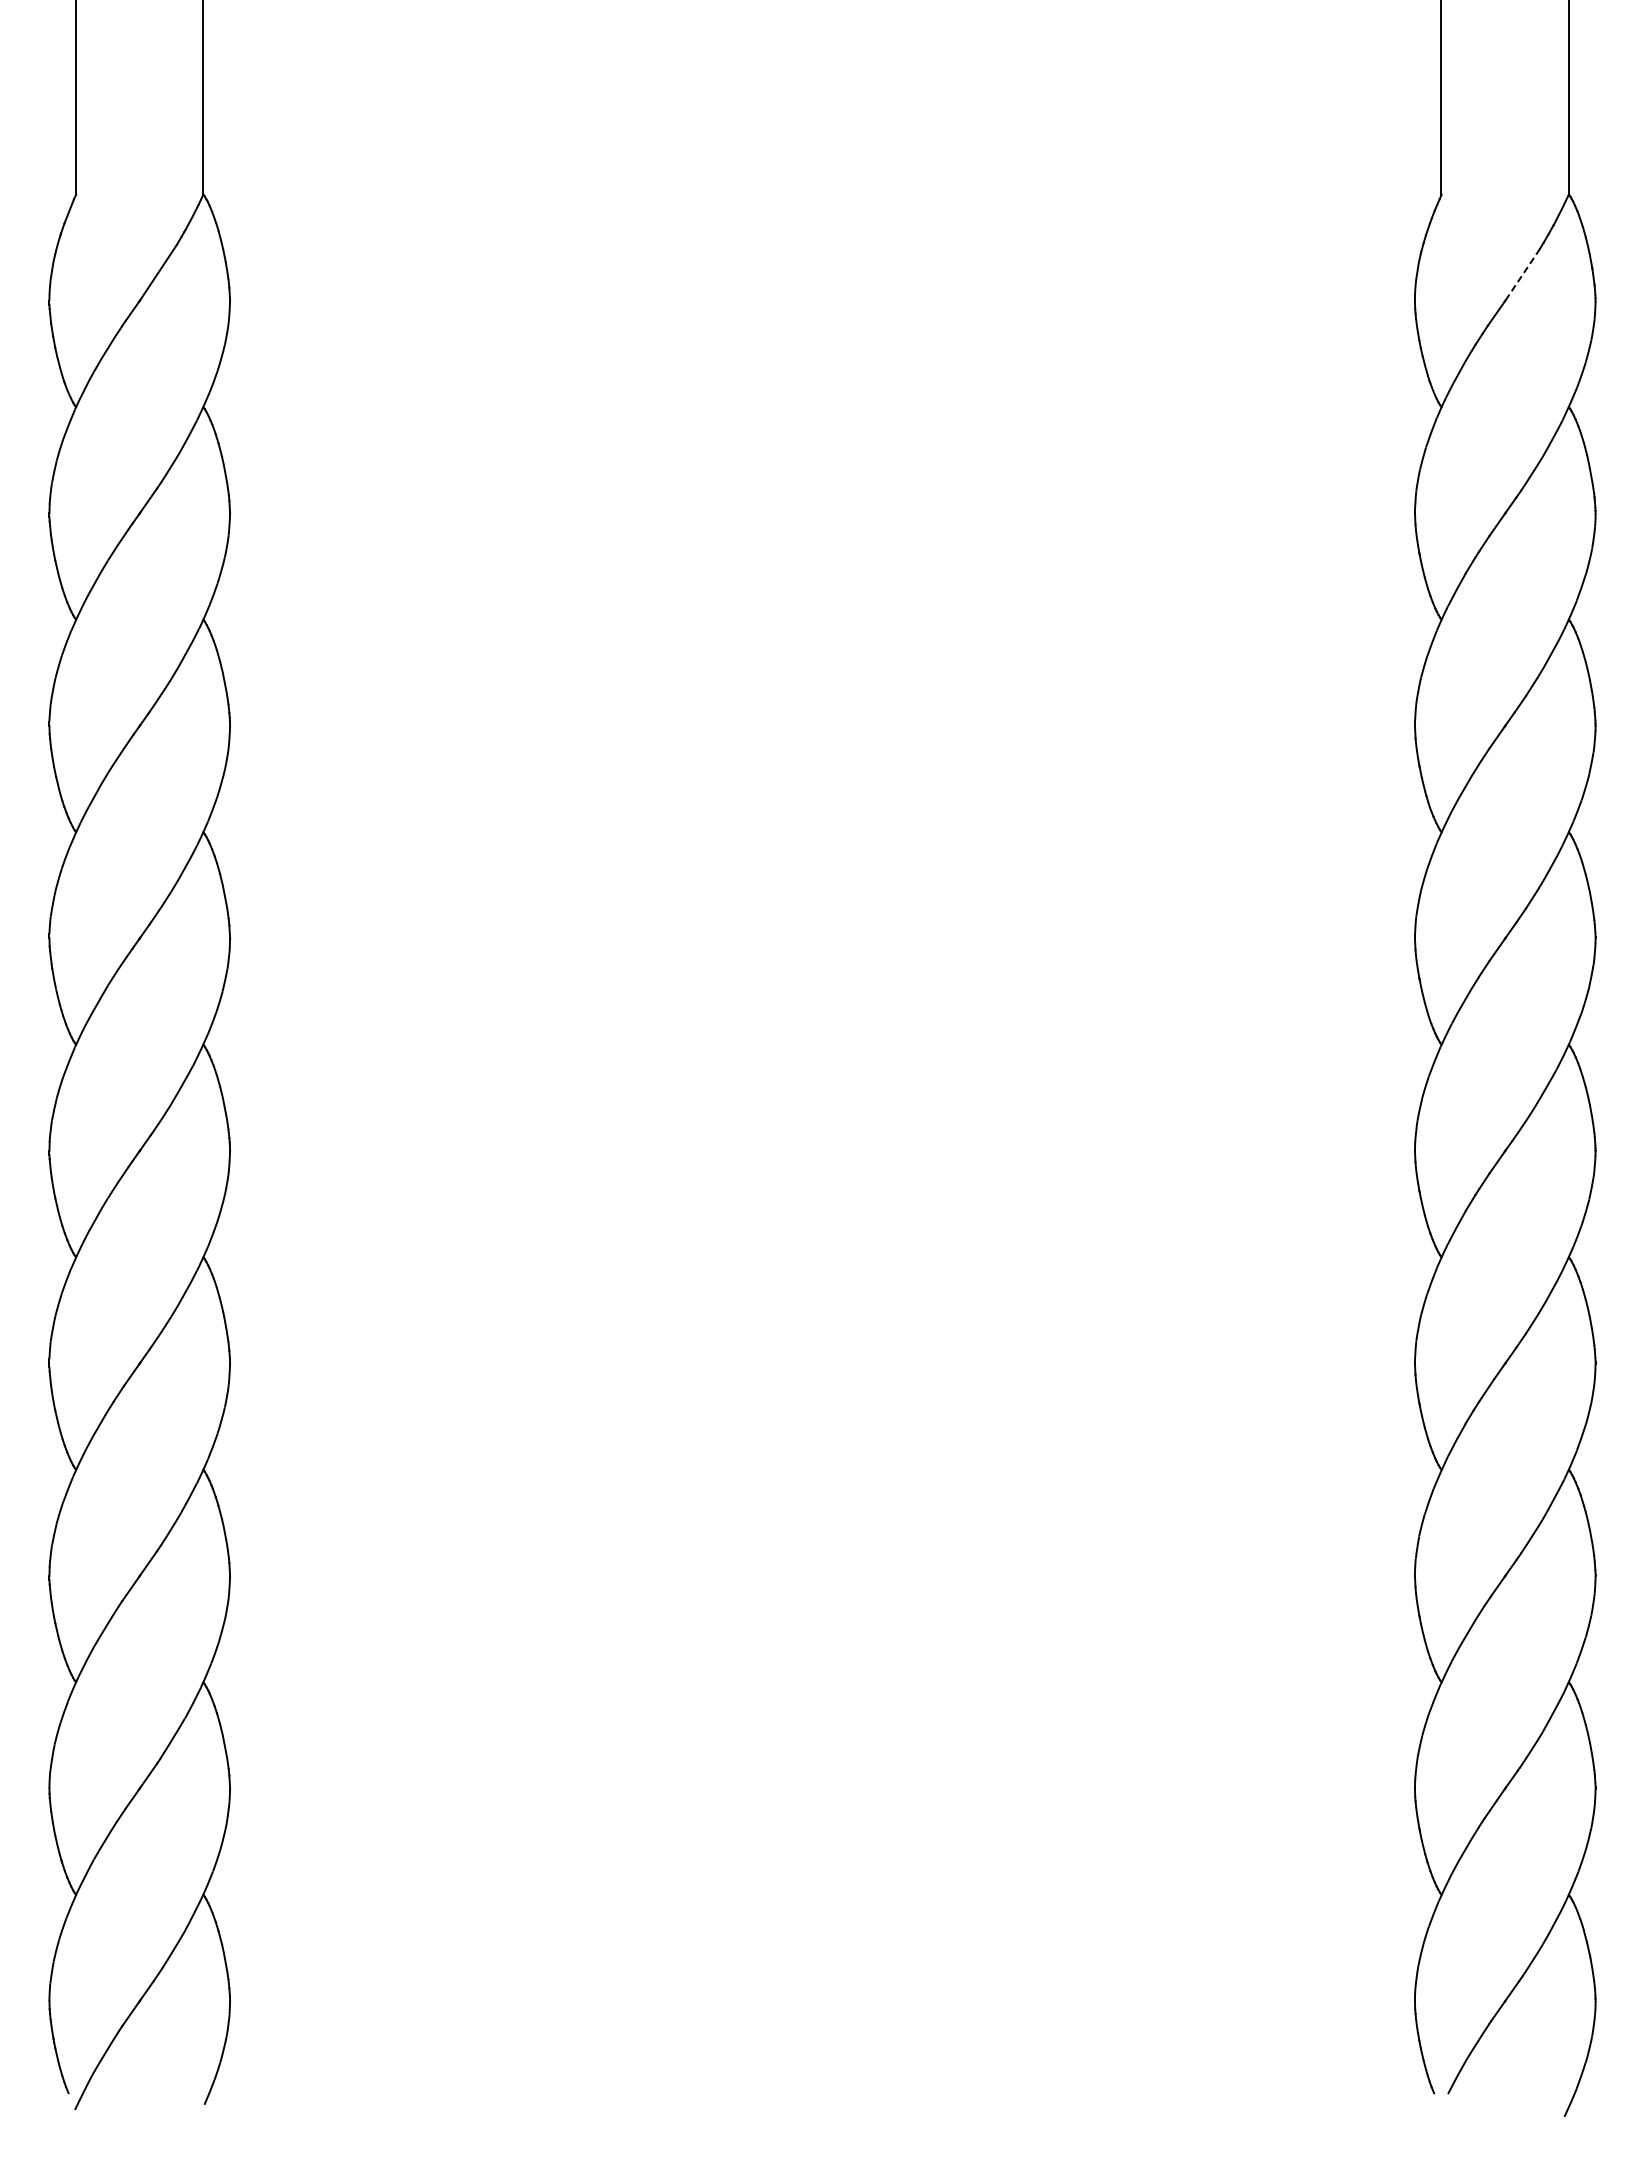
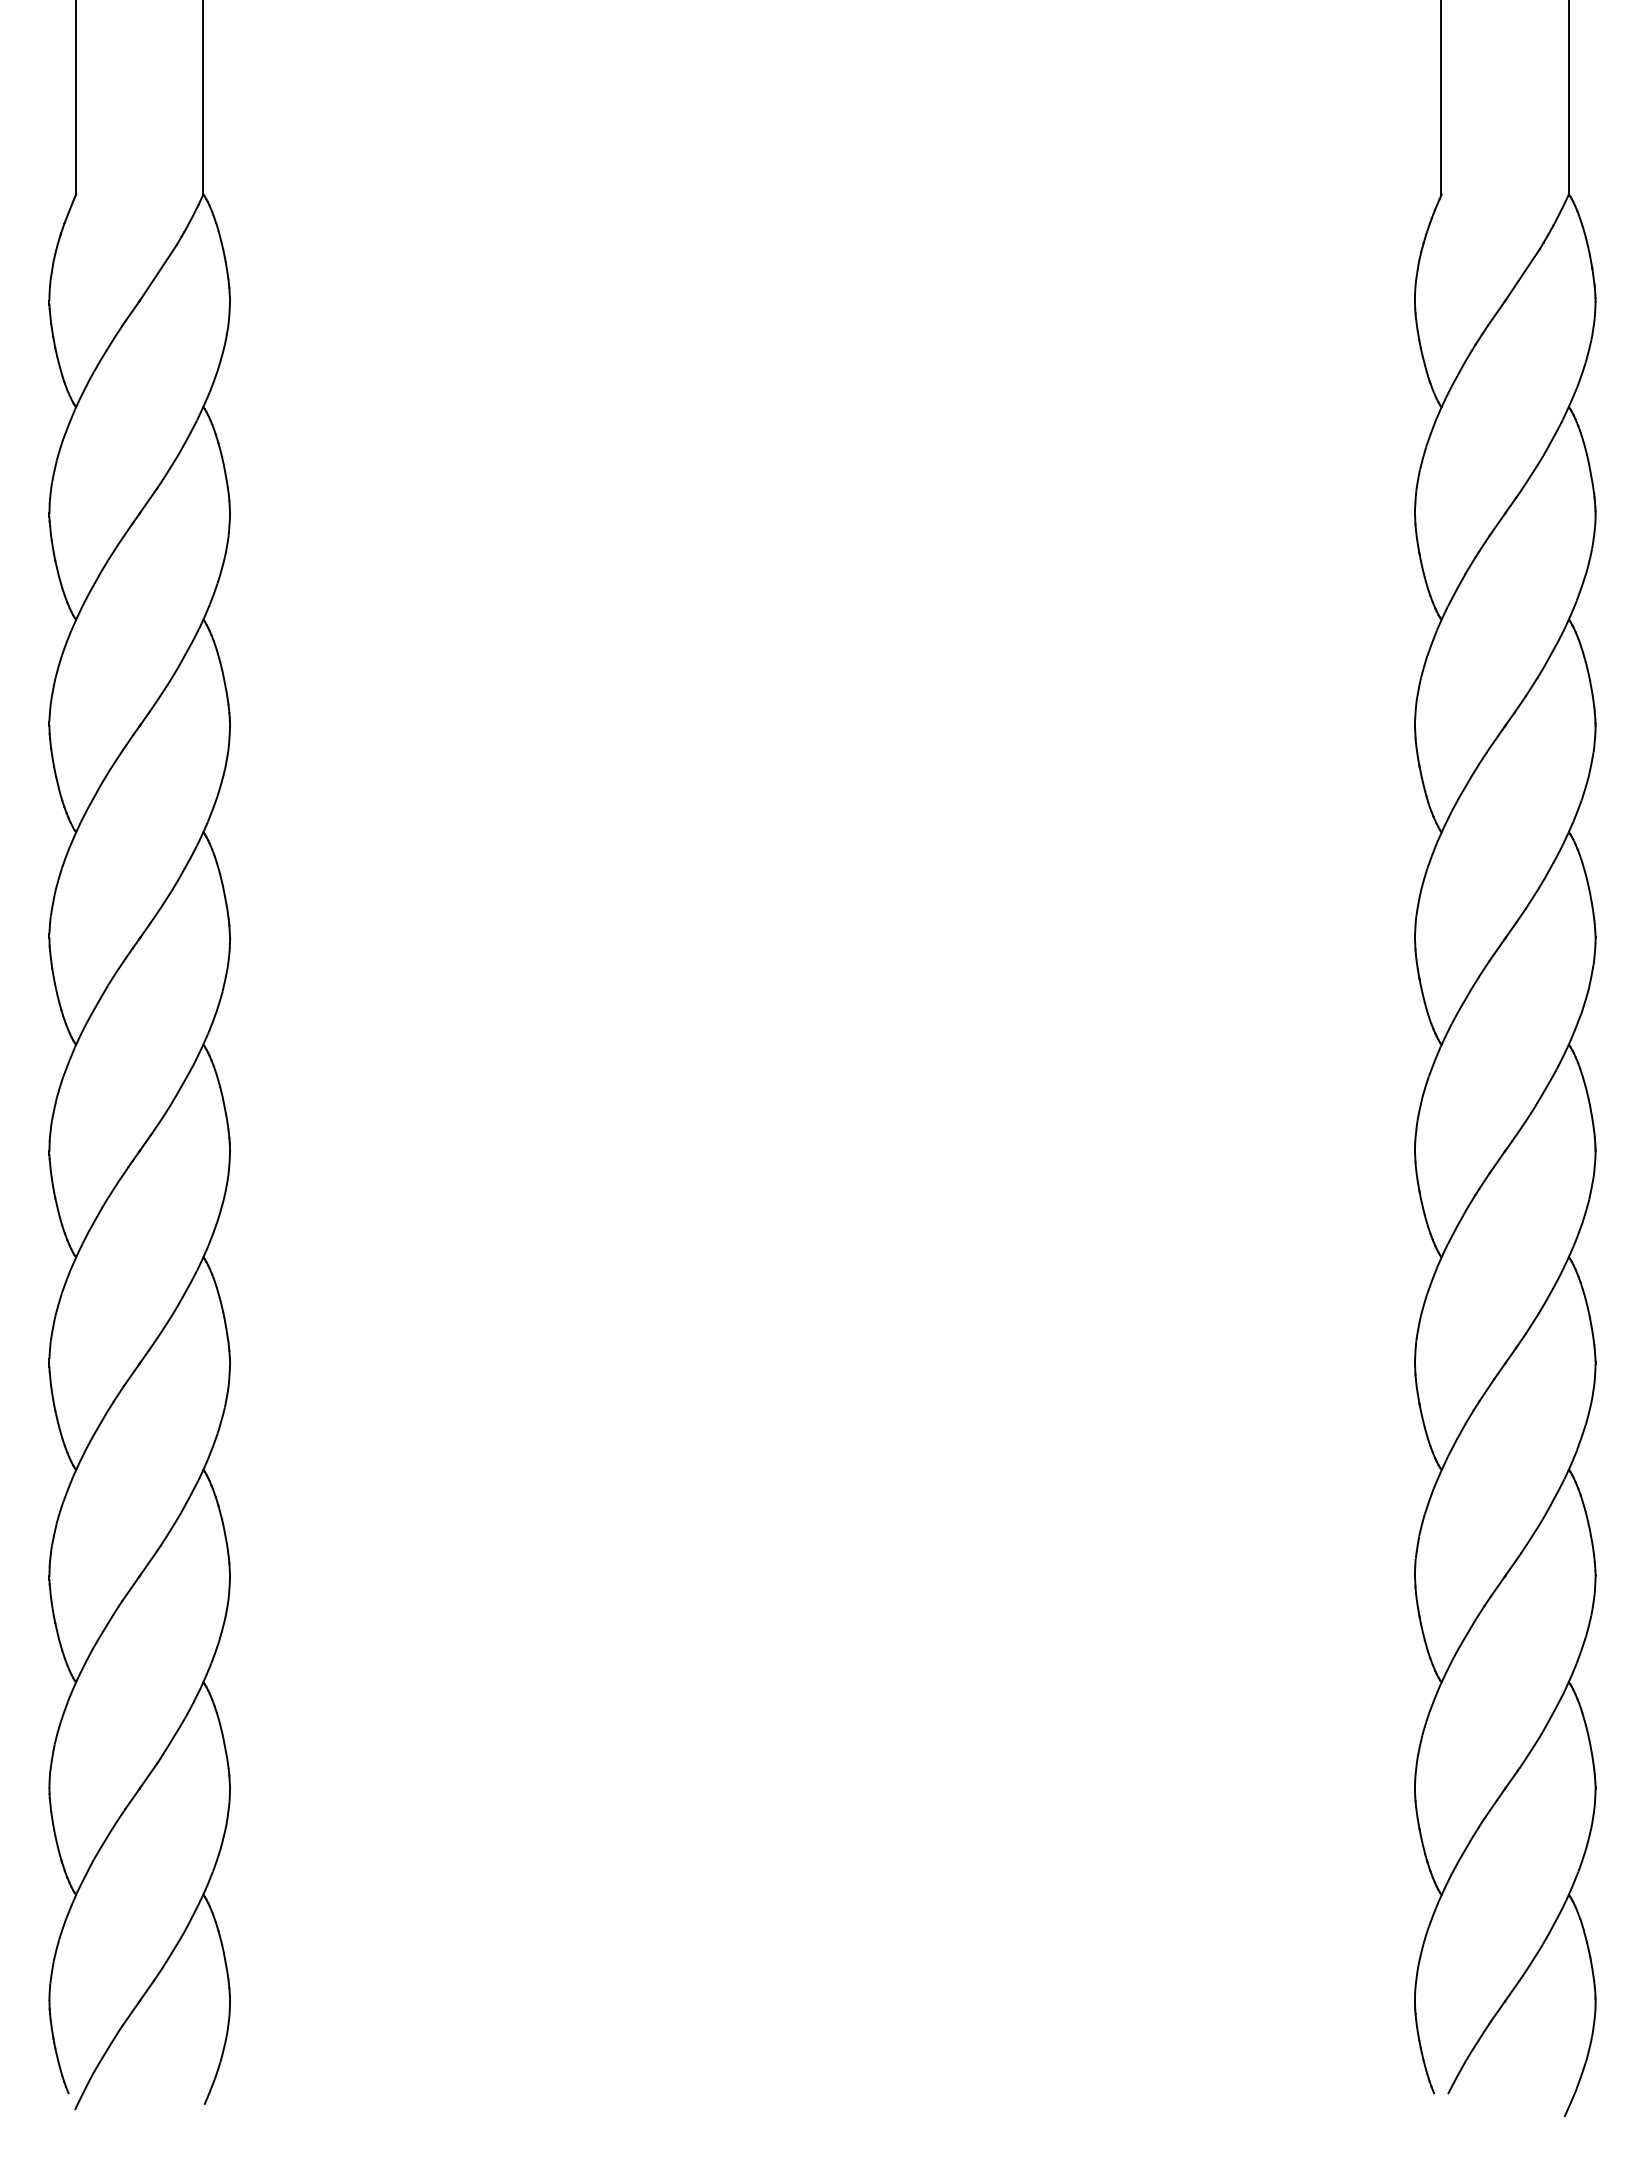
line at (1522, 274): dashed -> solid
